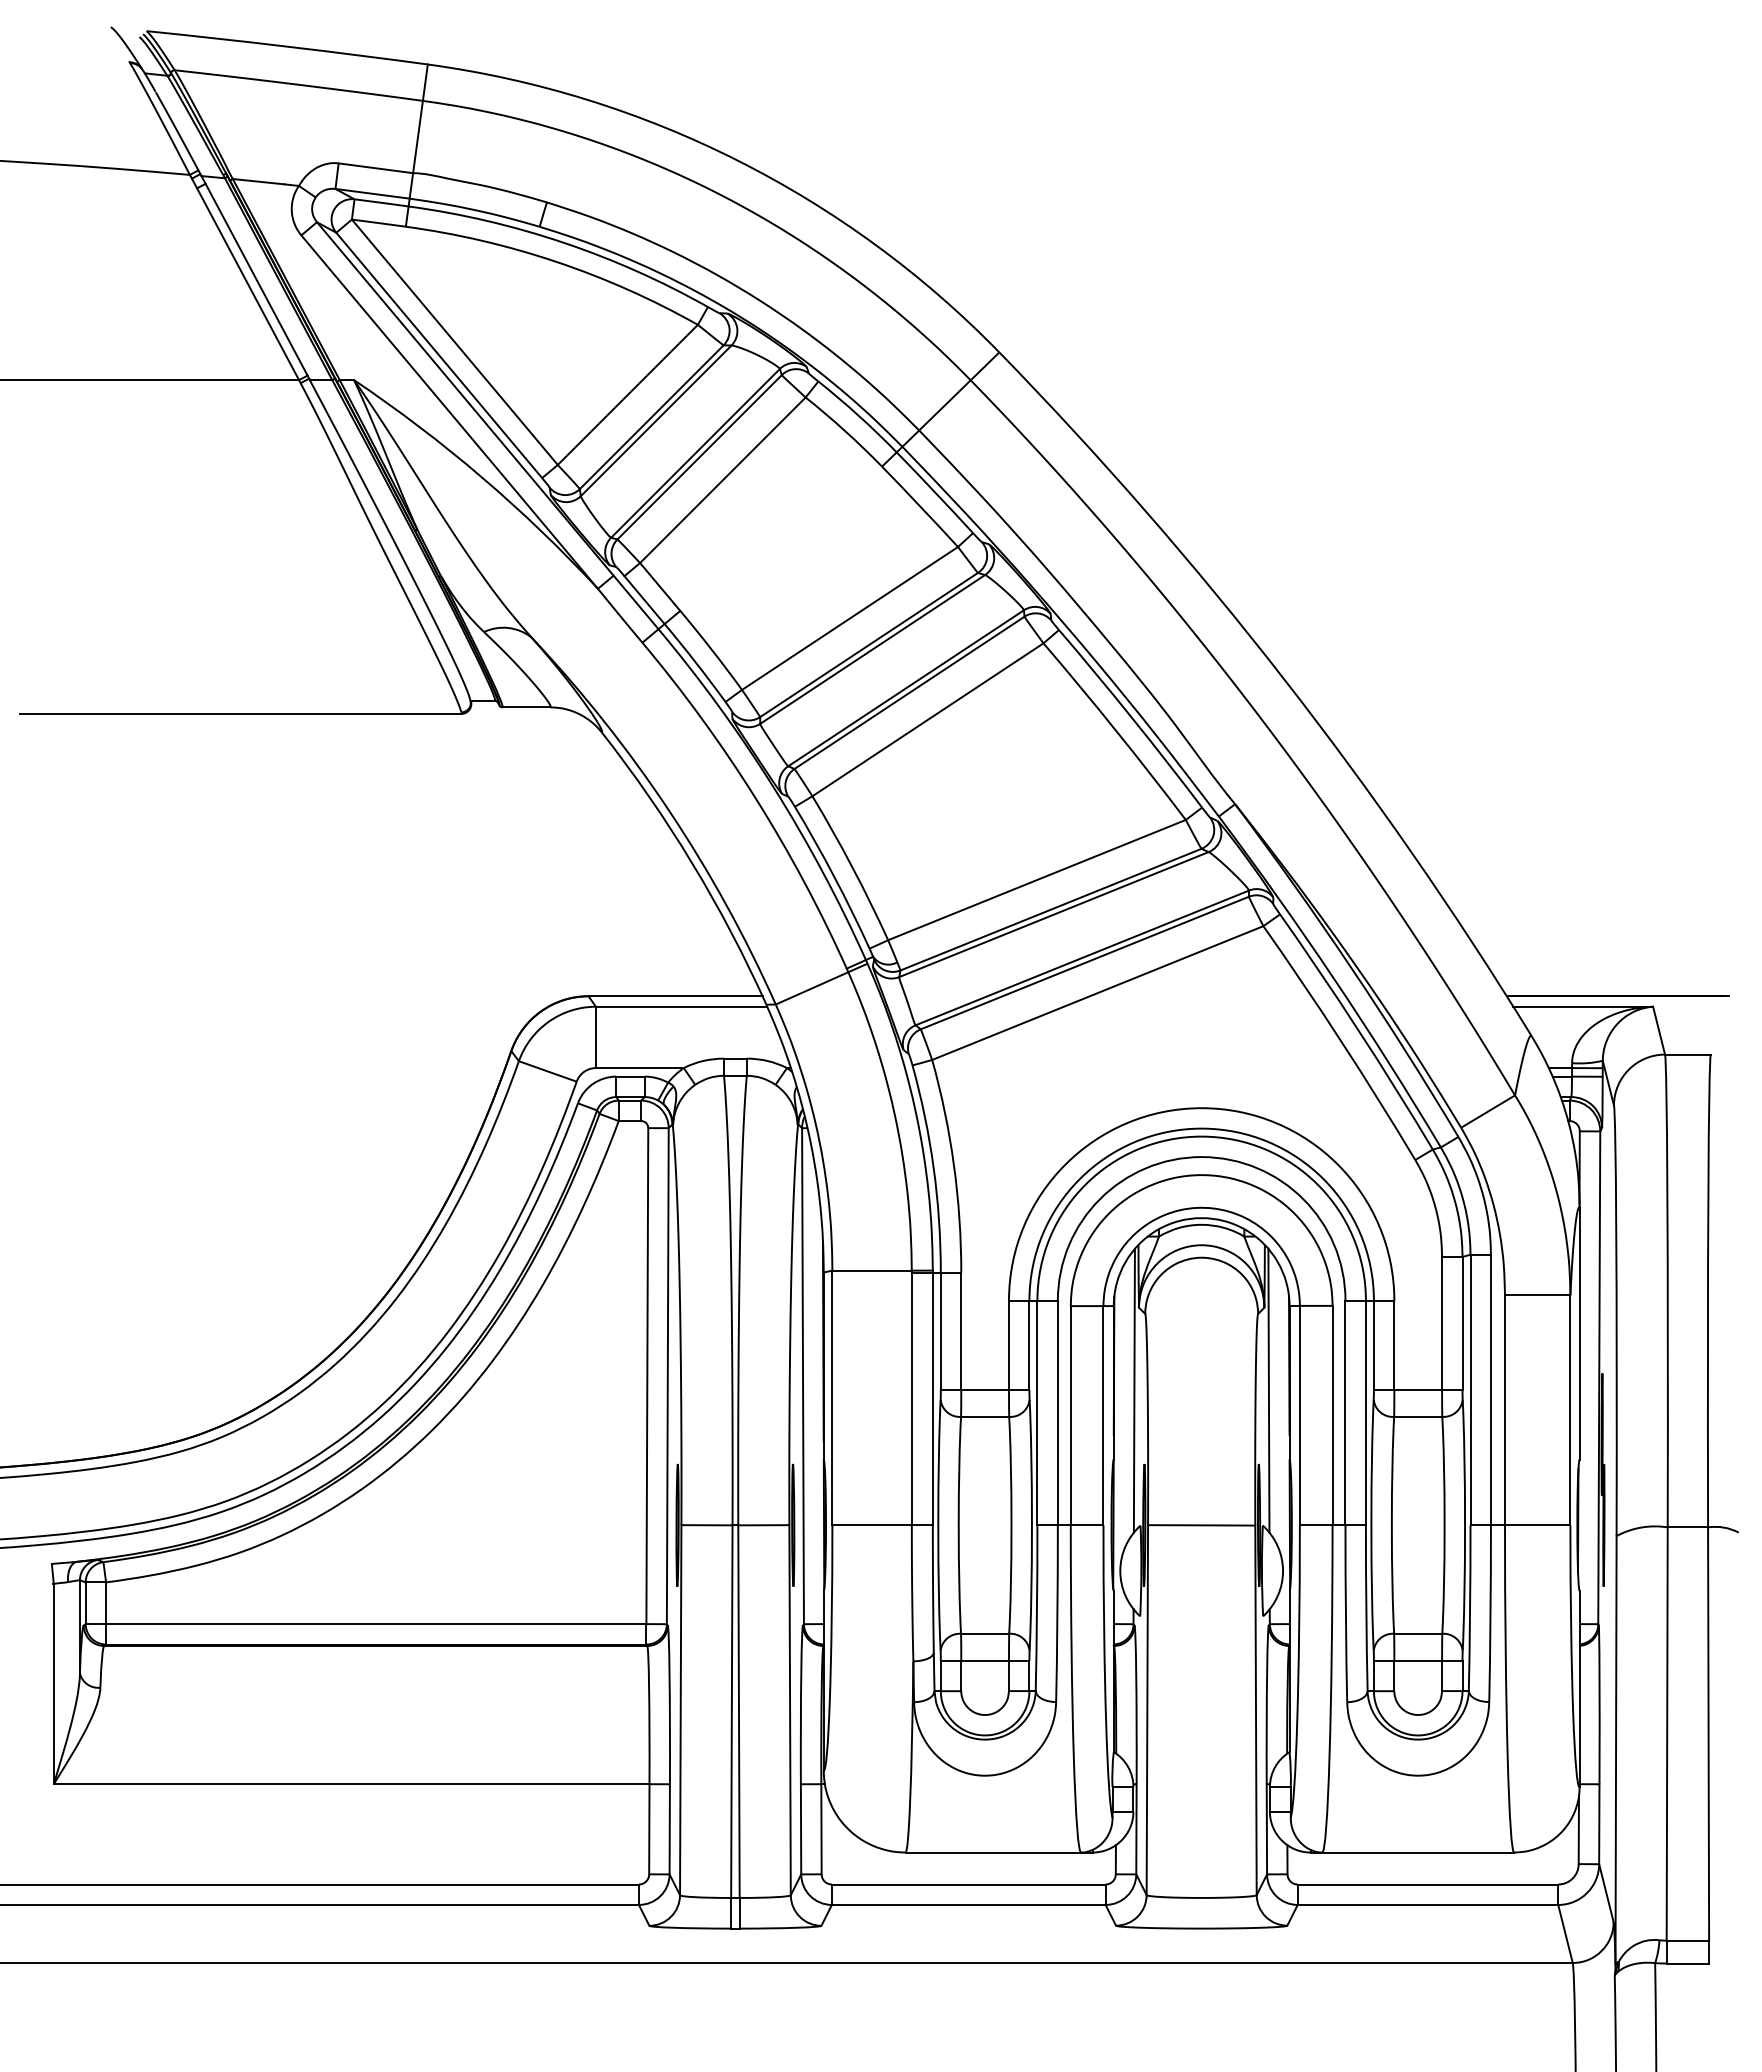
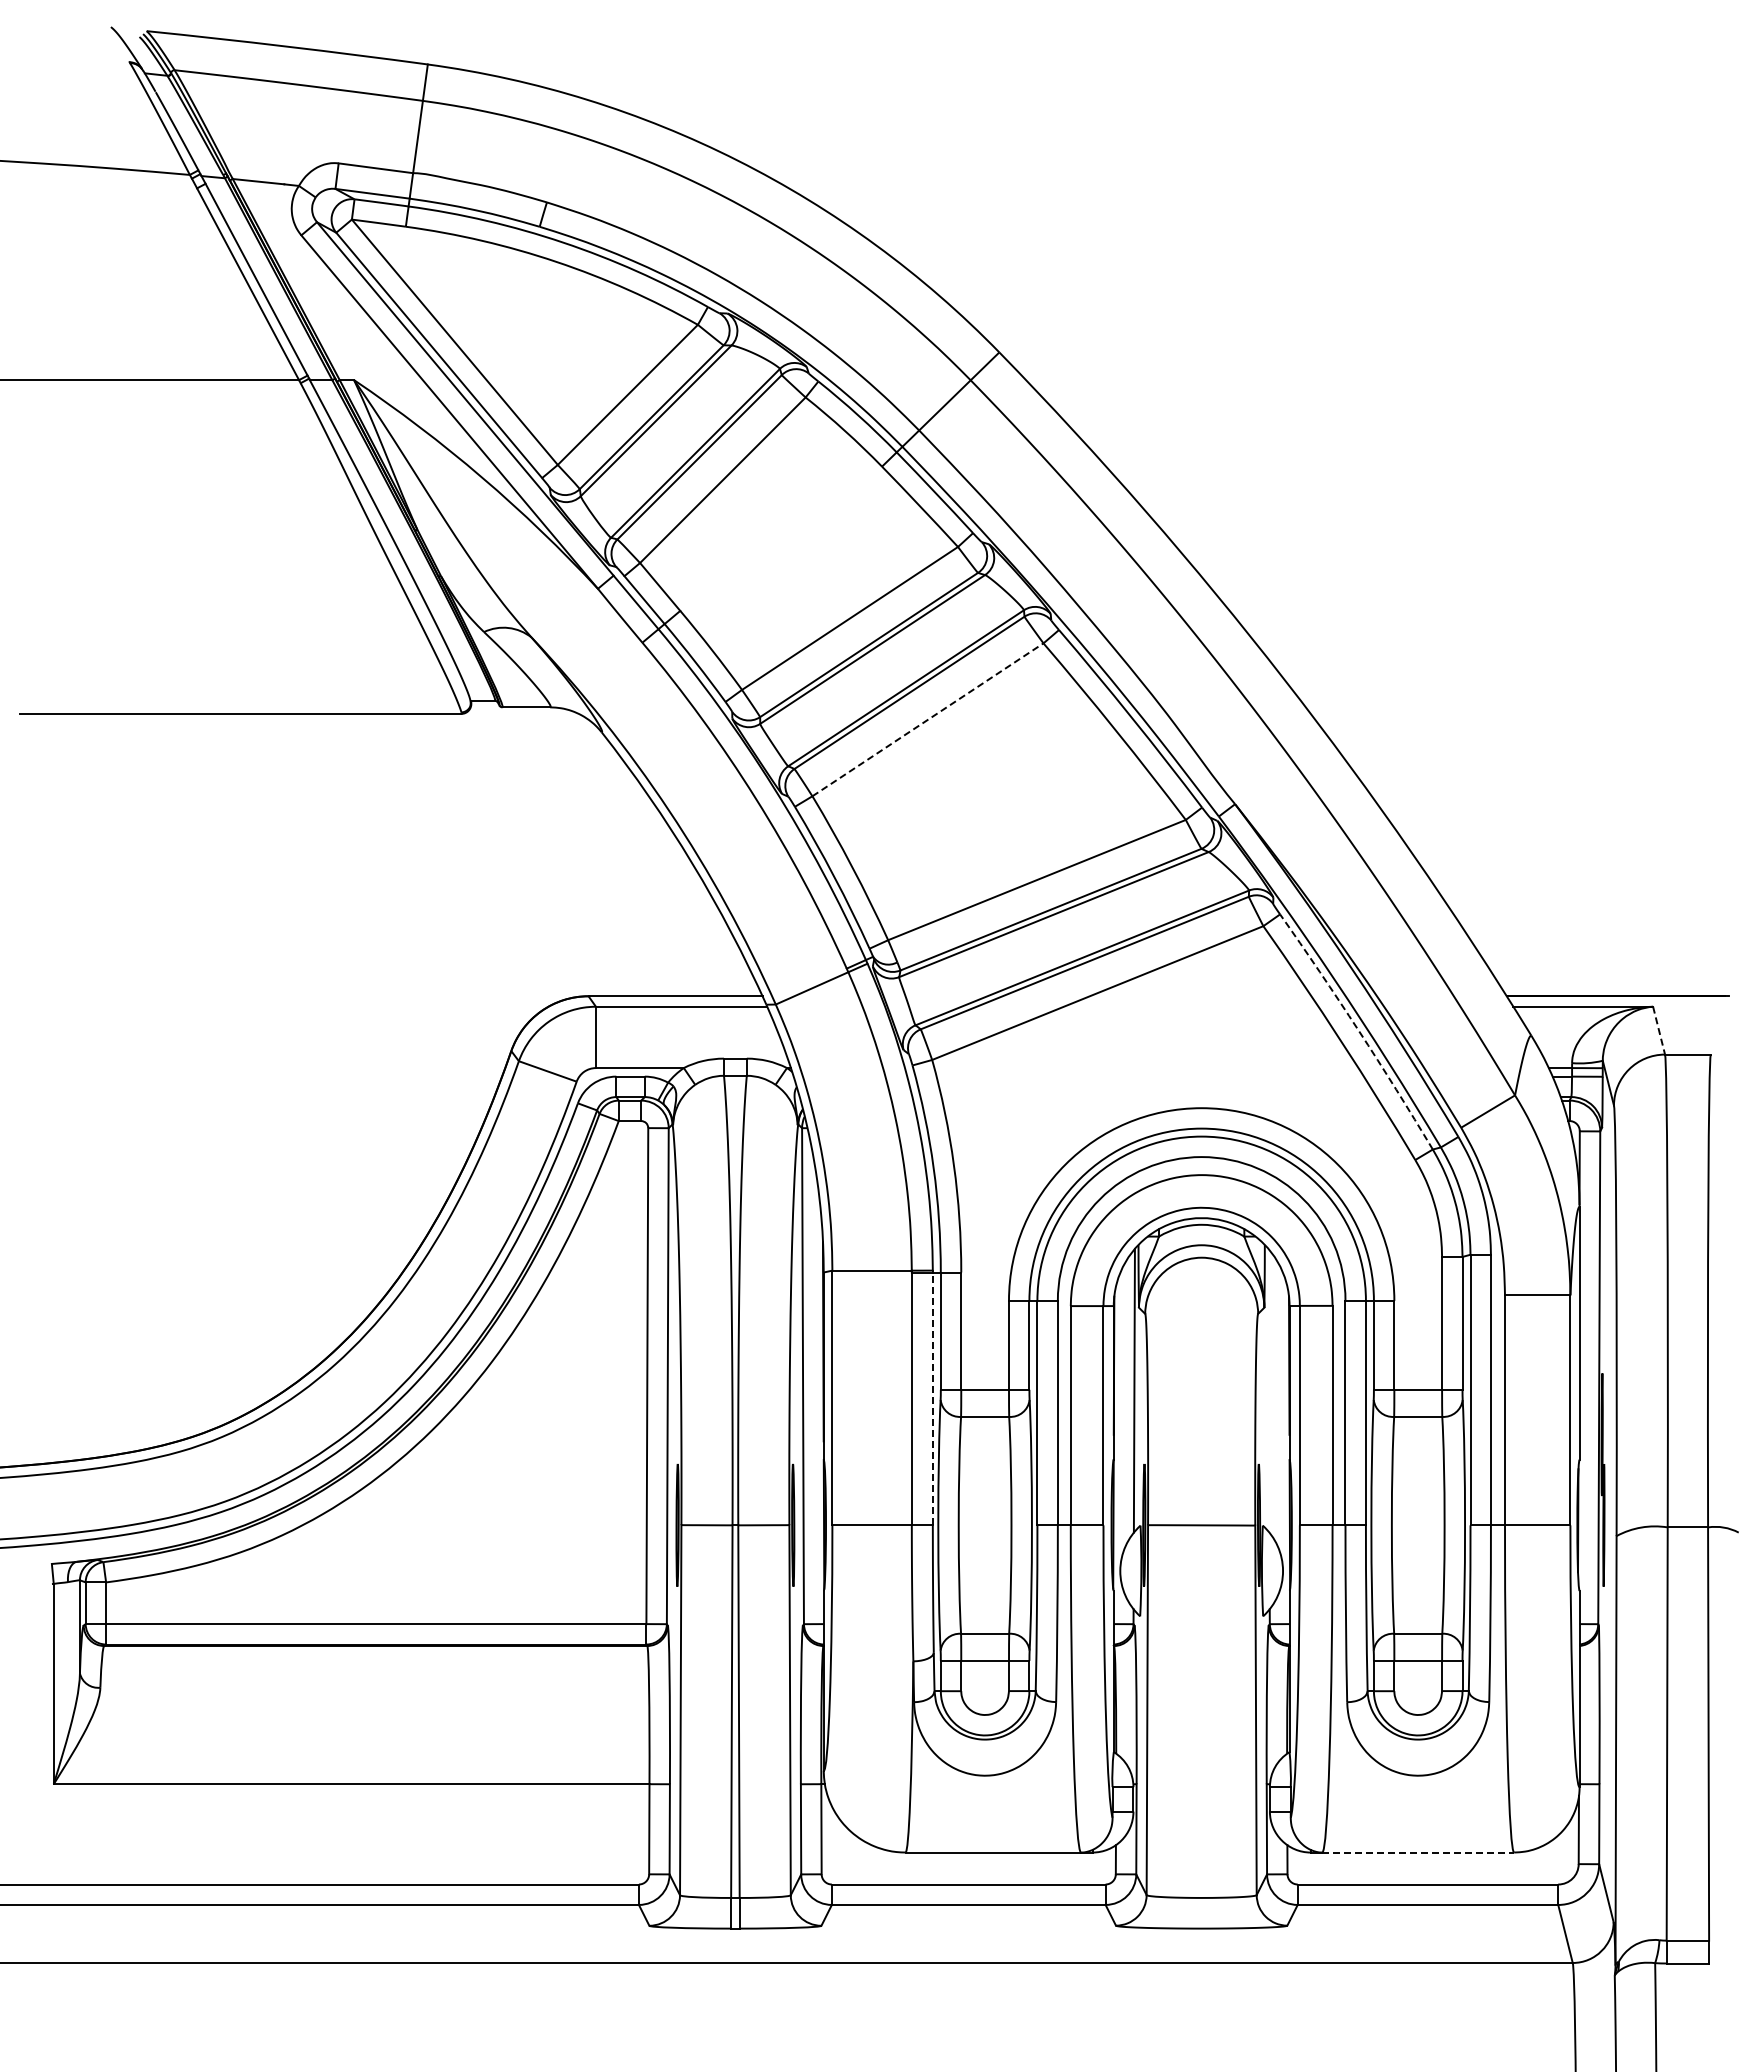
line at (927, 719): solid -> dashed
arc at (1358, 1030): solid -> dashed
line at (1659, 1030): solid -> dashed
line at (1268, 1390): present -> none
line at (932, 1398): solid -> dashed
line at (1418, 1852): solid -> dashed
